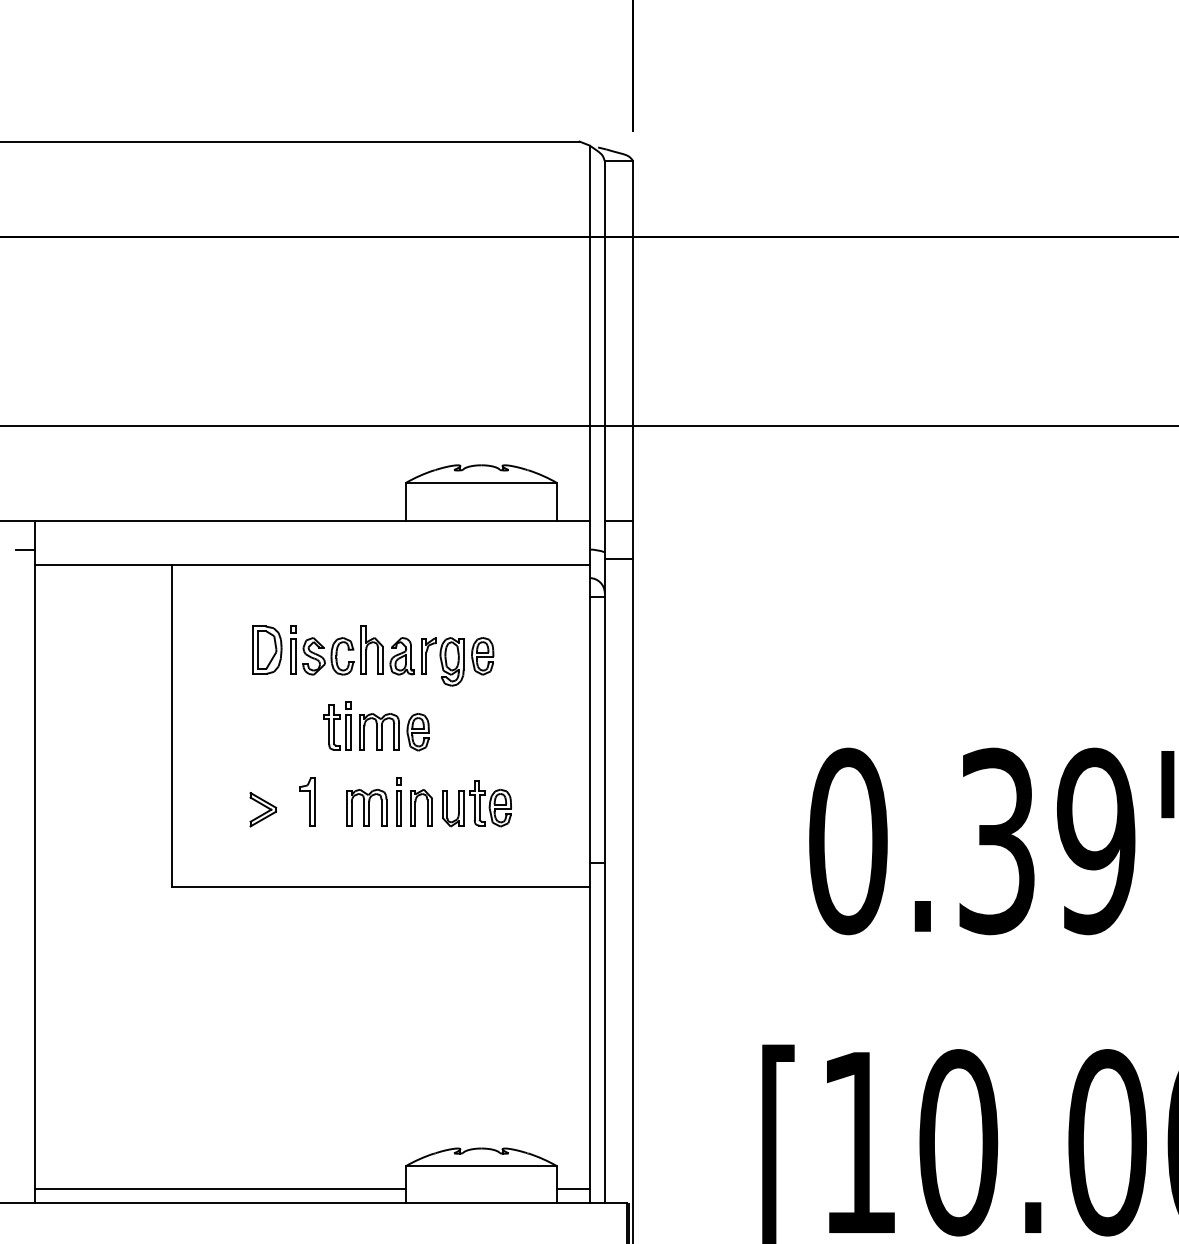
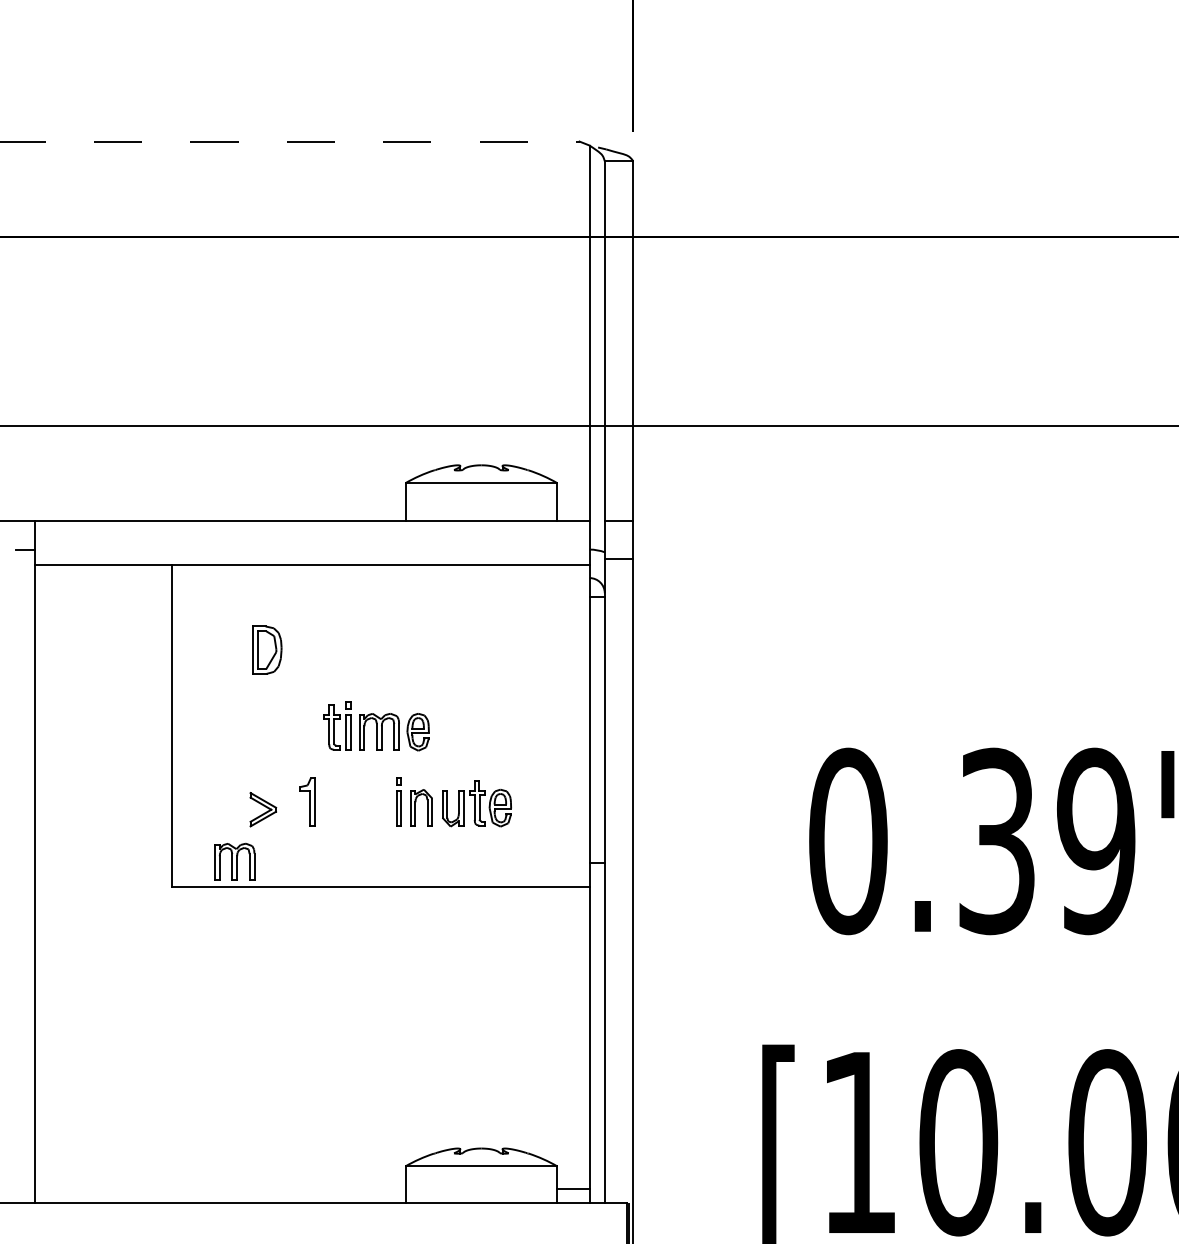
line at (290, 141): solid -> dashed
part at (392, 655): present -> none
part at (366, 807) position: (366, 807) -> (234, 861)
line at (220, 1189): present -> none
